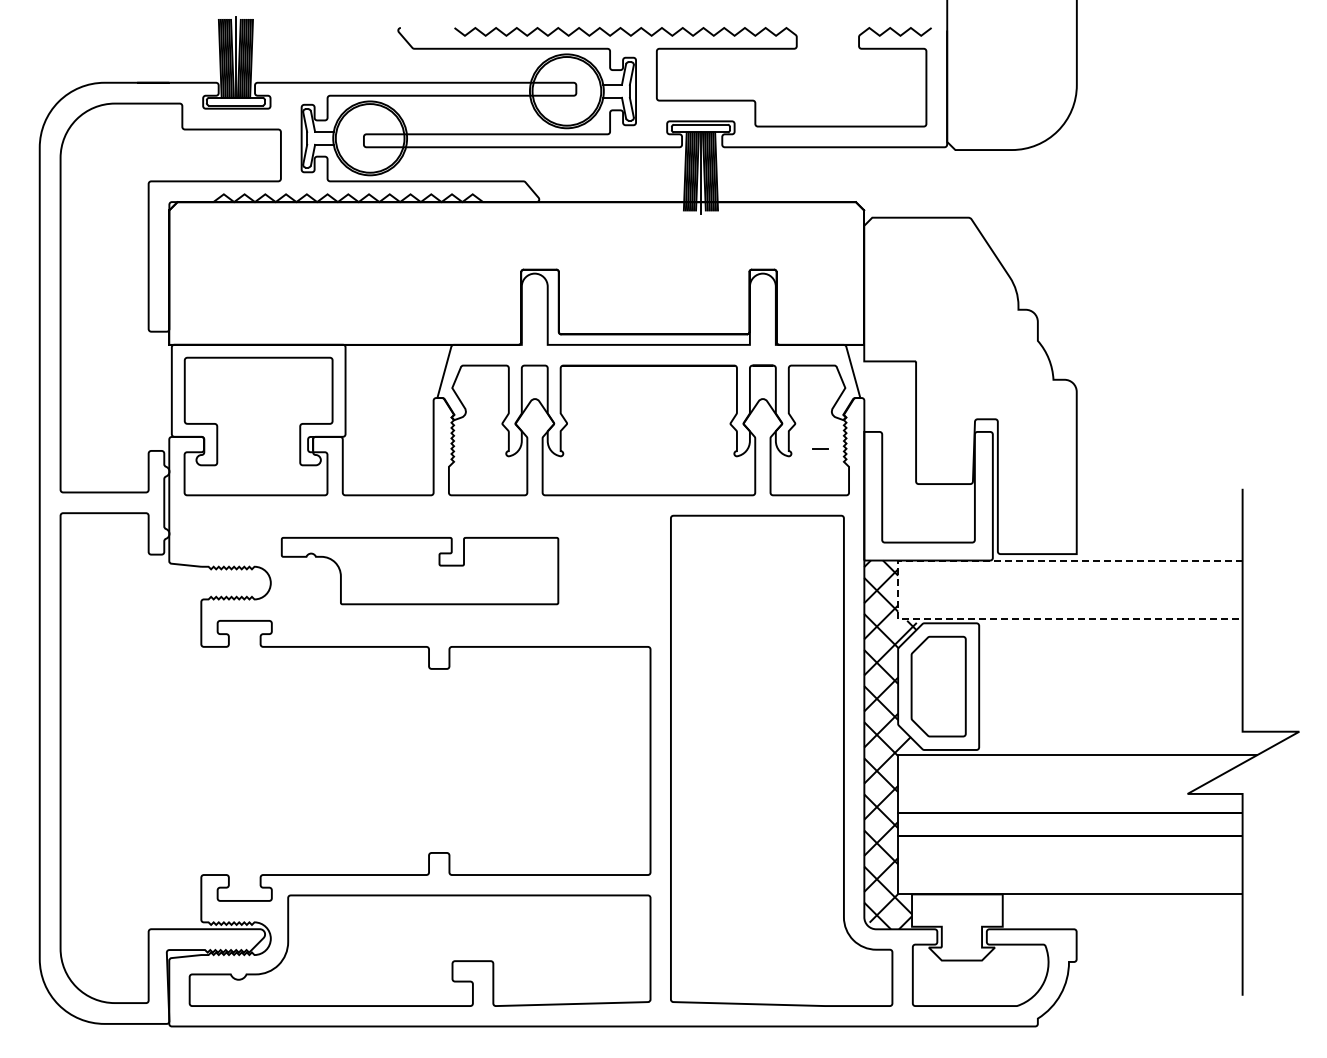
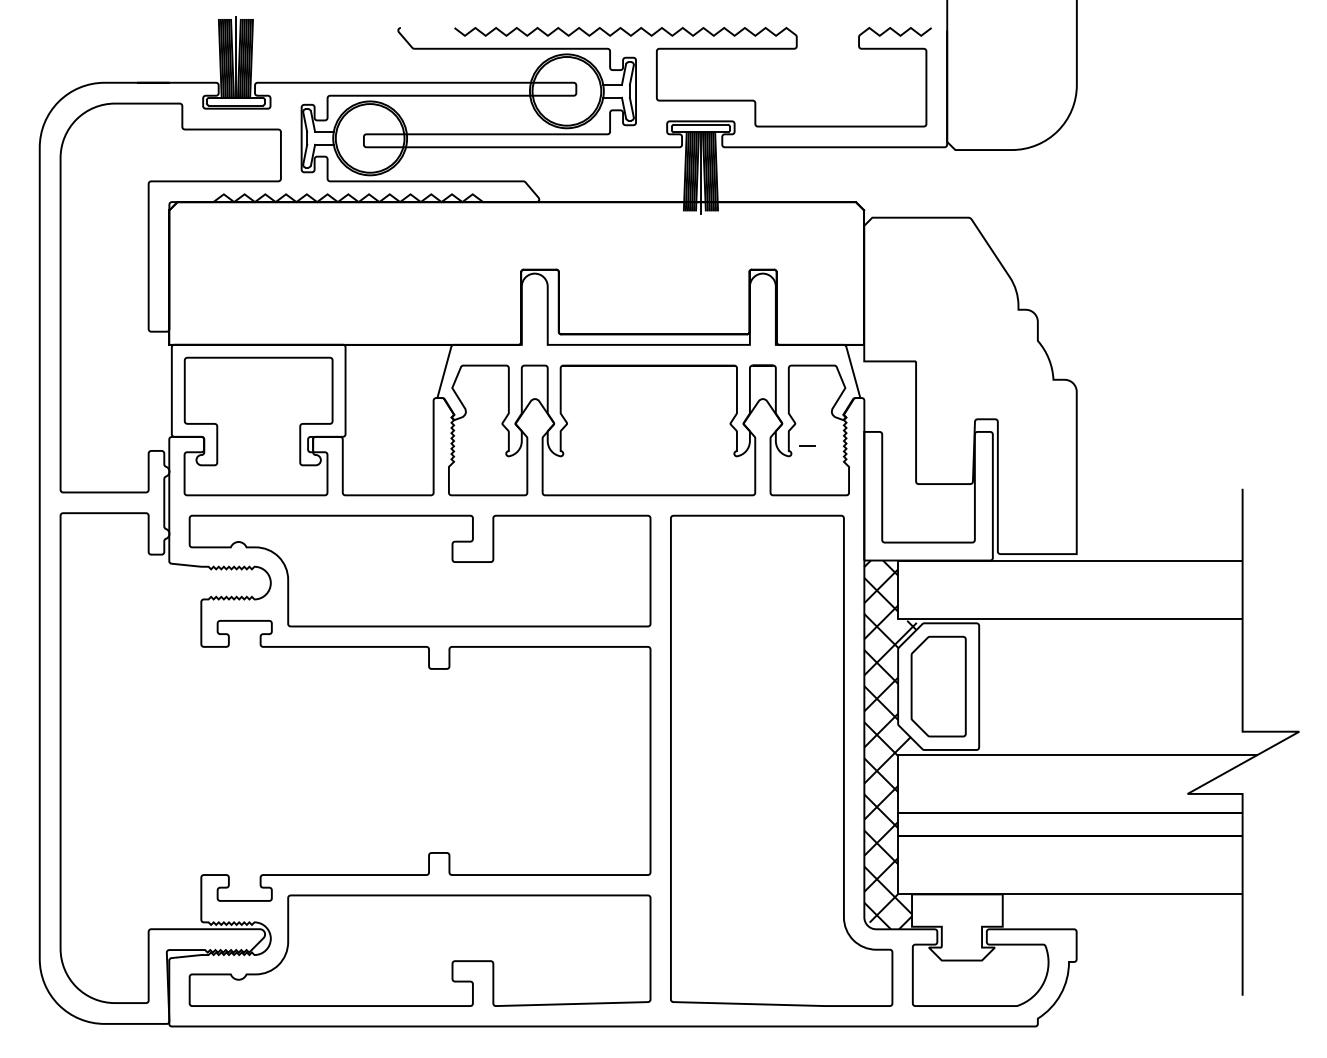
line at (820, 448) position: (820, 448) -> (807, 445)
part at (419, 571) size: 280x69 px -> 464x114 px
line at (898, 590): dashed -> solid
